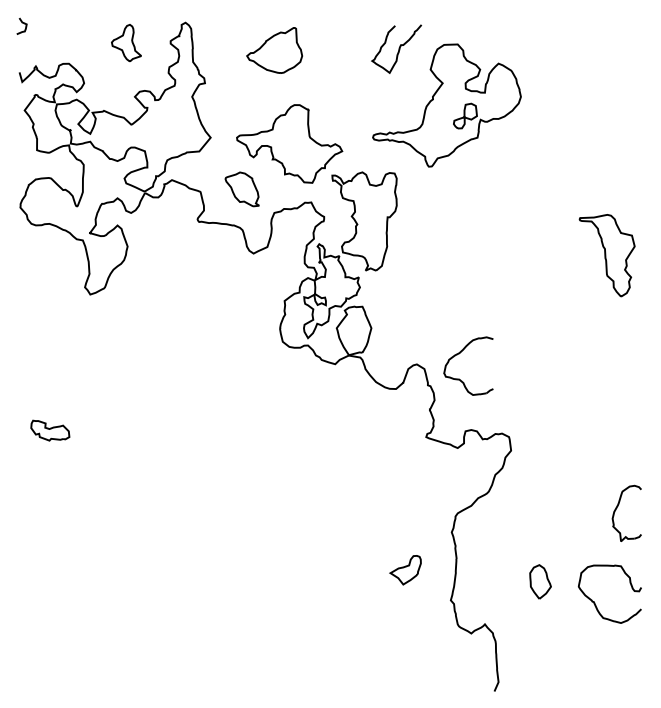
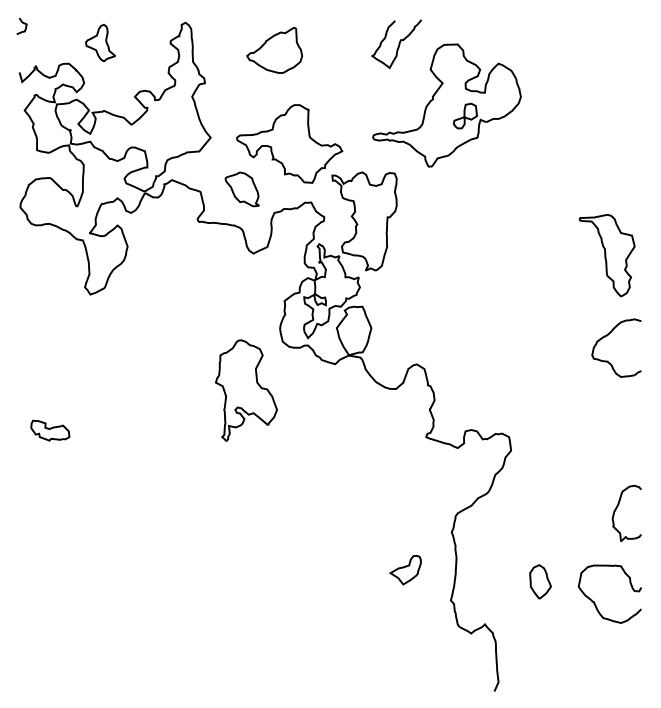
part at (126, 43) position: (126, 43) -> (100, 43)
curve at (398, 48) position: (398, 48) -> (398, 43)
part at (459, 354) position: (459, 354) -> (607, 336)
part at (246, 390): none -> present
